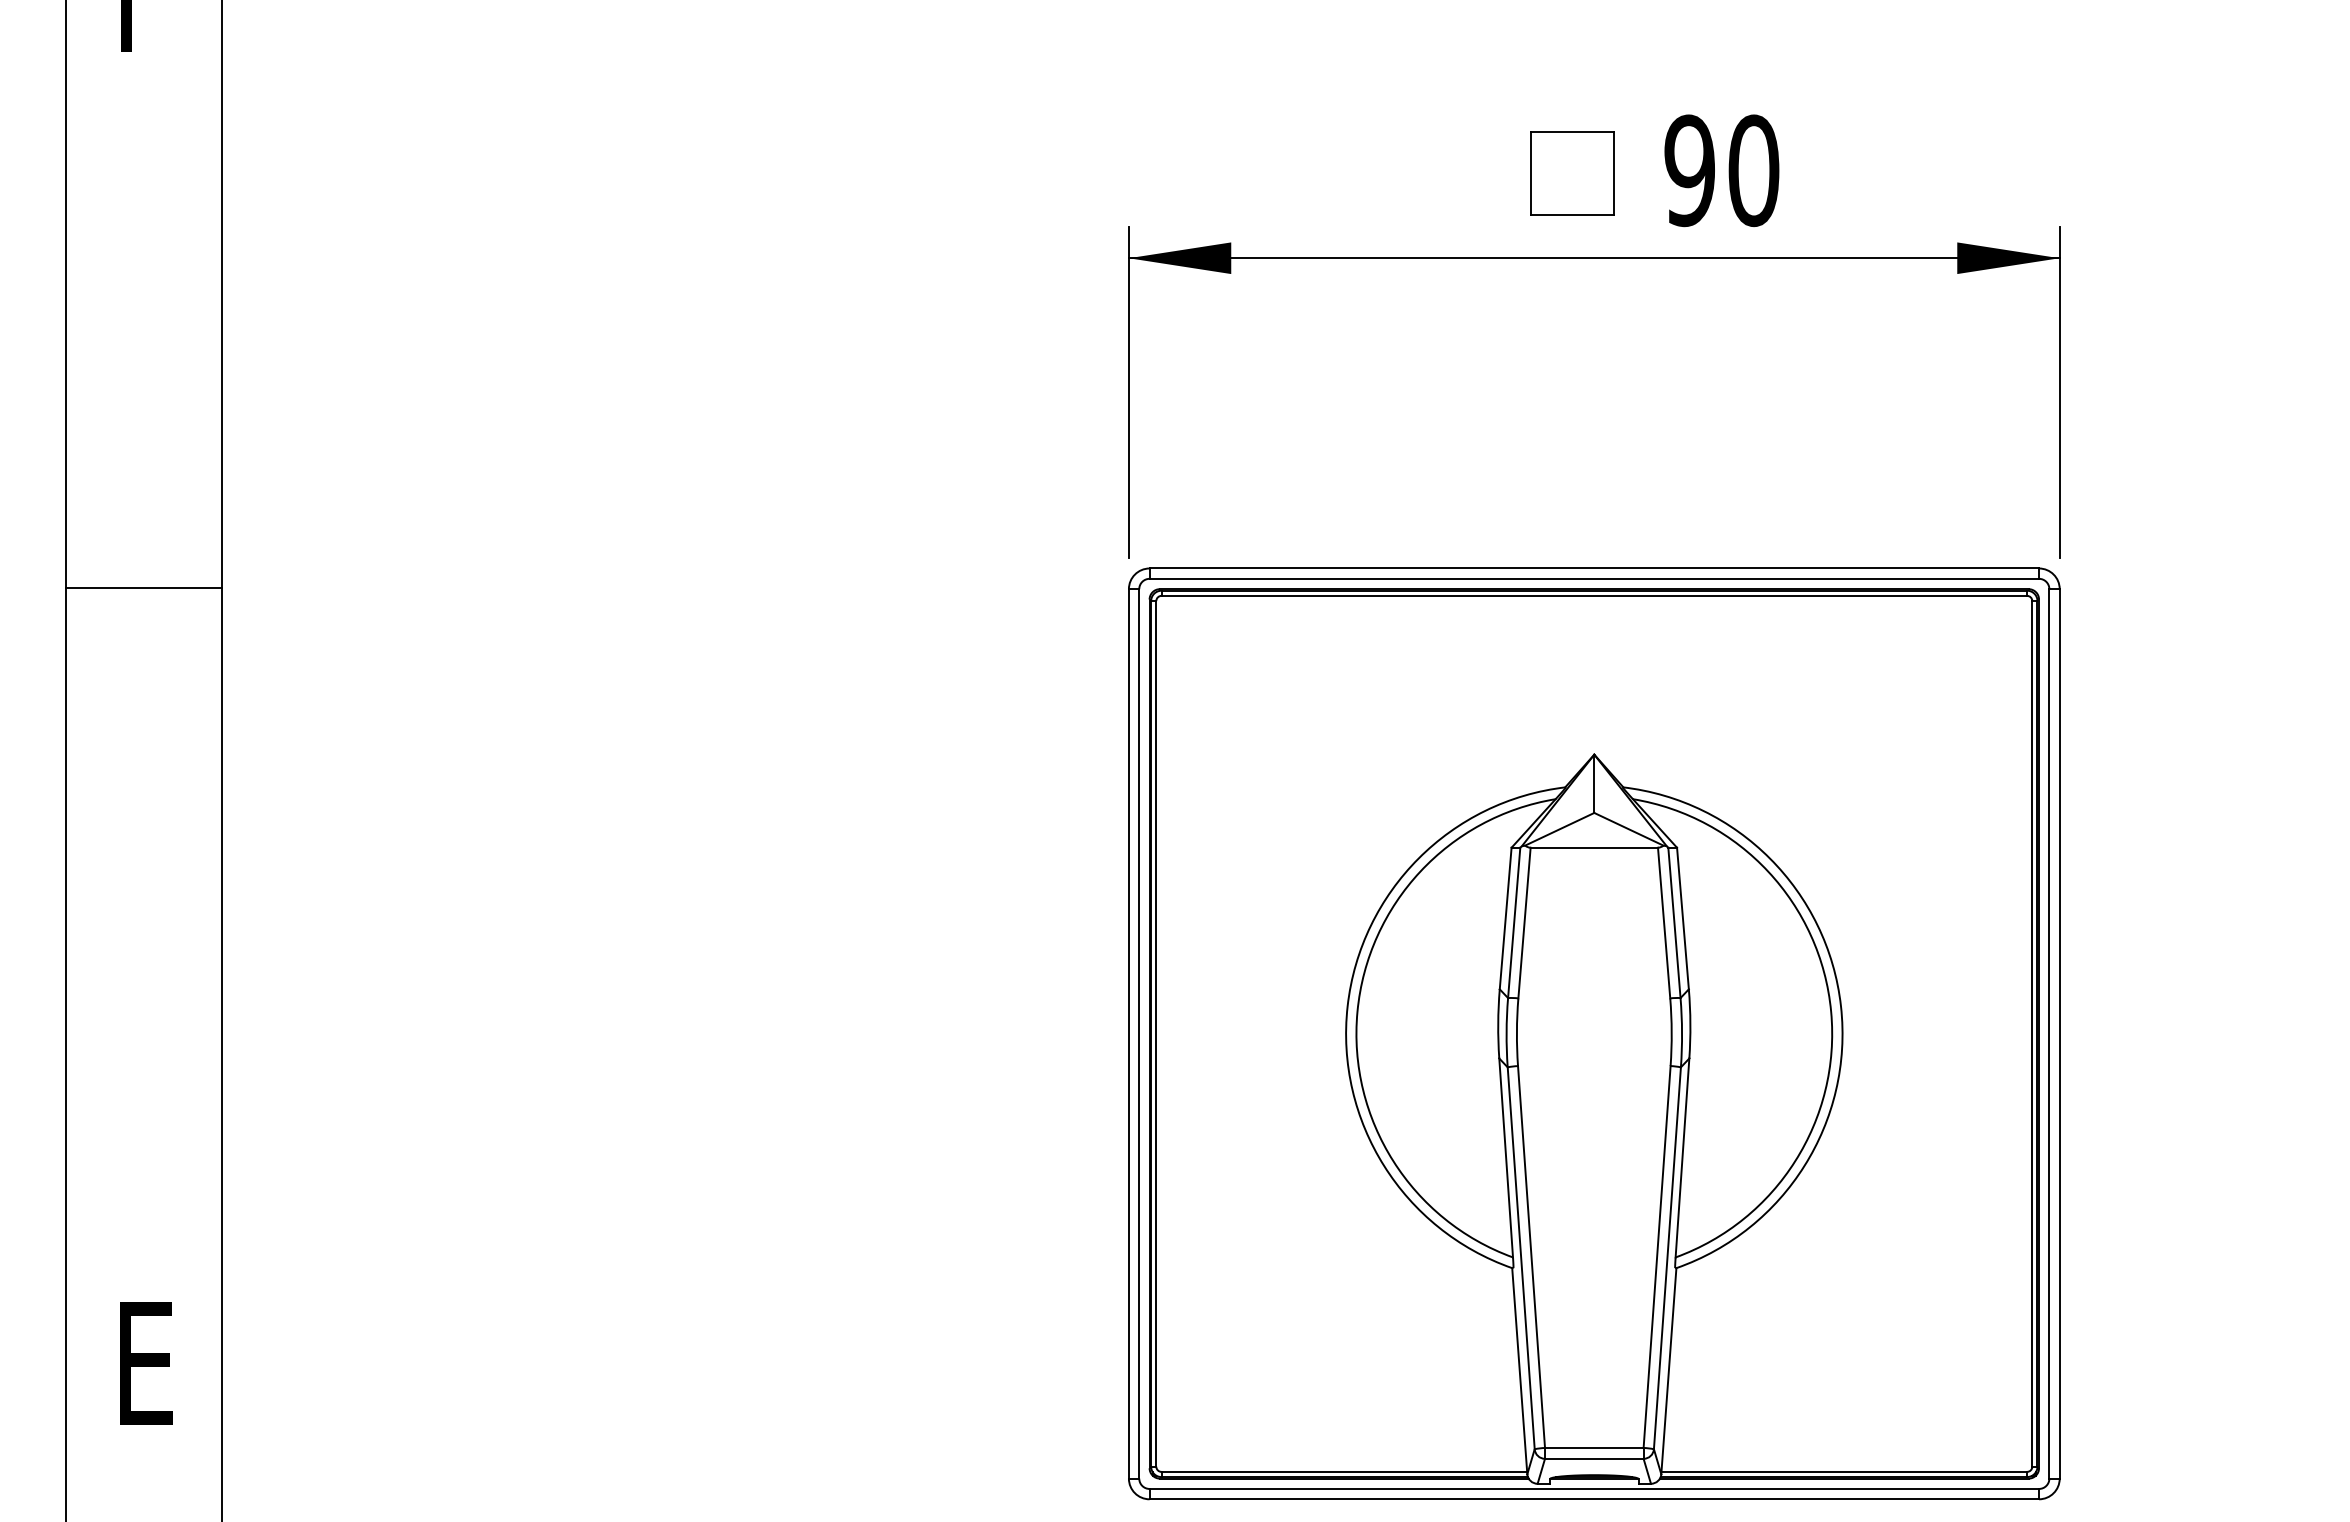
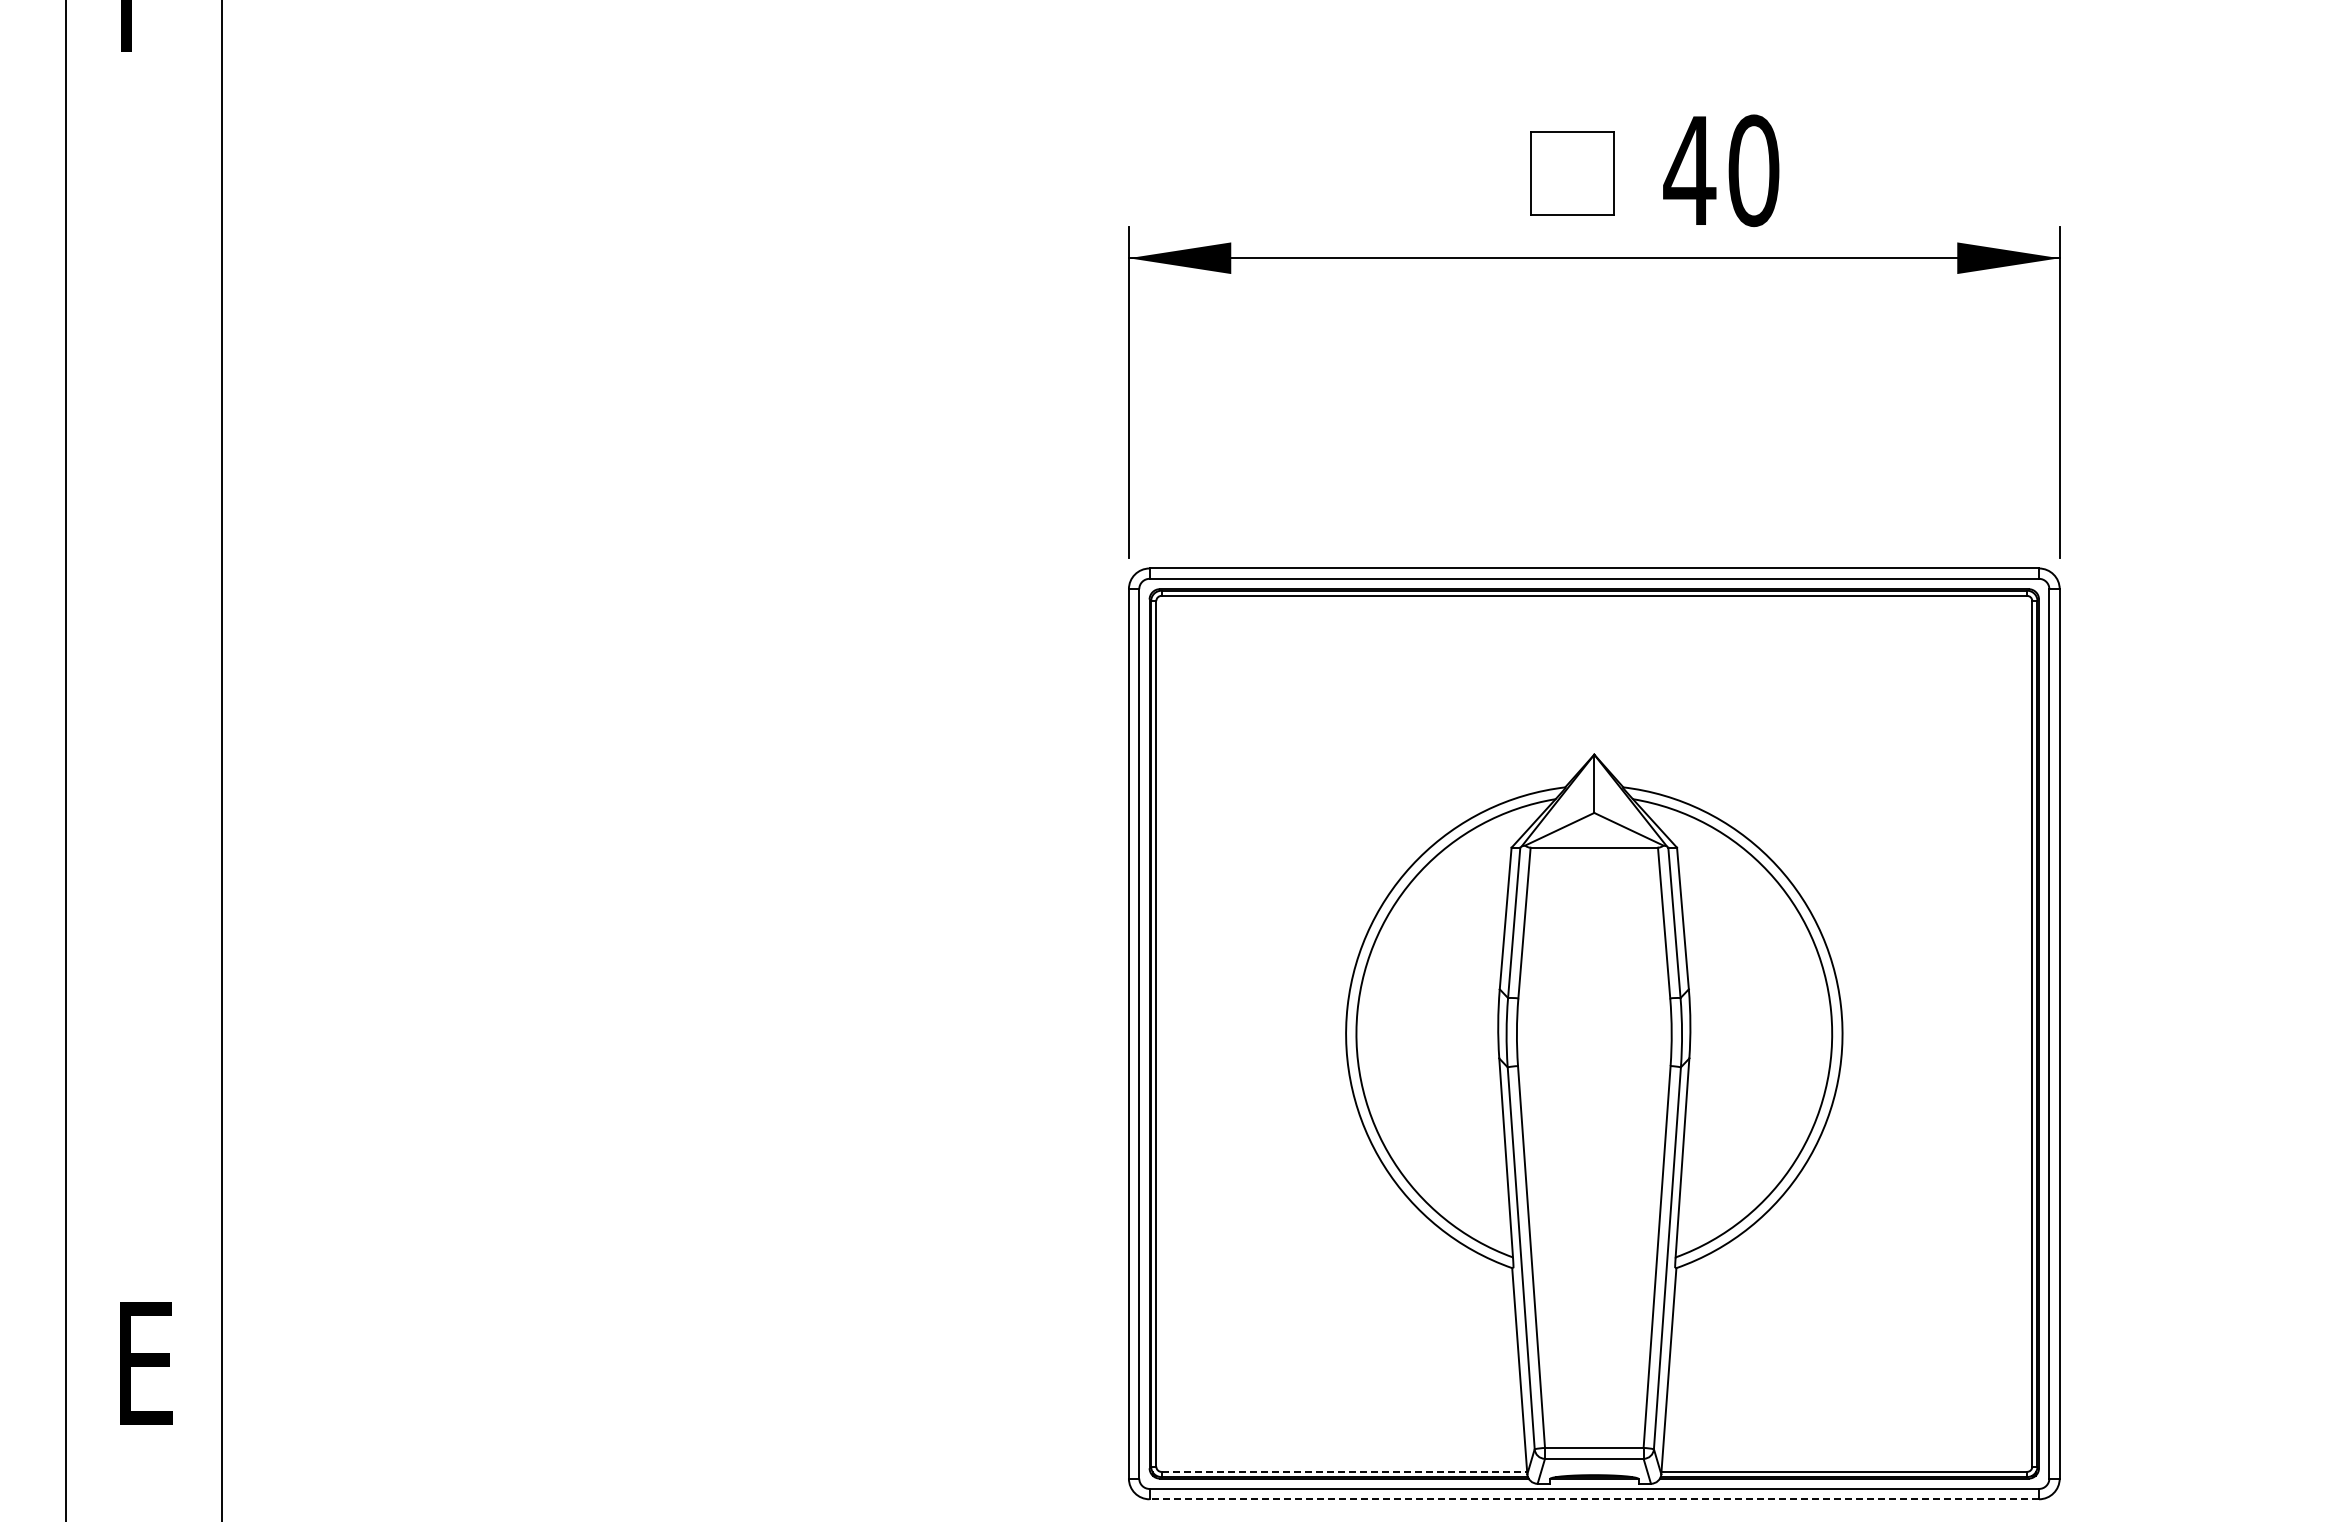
text at (1689, 170): 90 -> 40
line at (143, 588): present -> none
line at (1344, 1471): solid -> dashed
line at (1594, 1499): solid -> dashed
